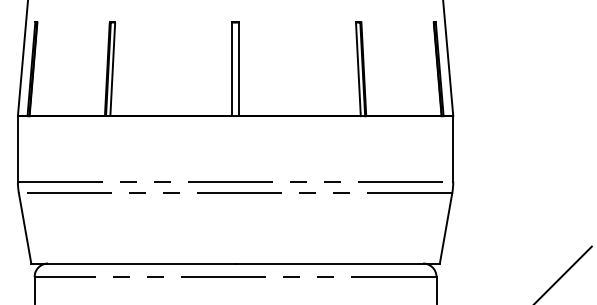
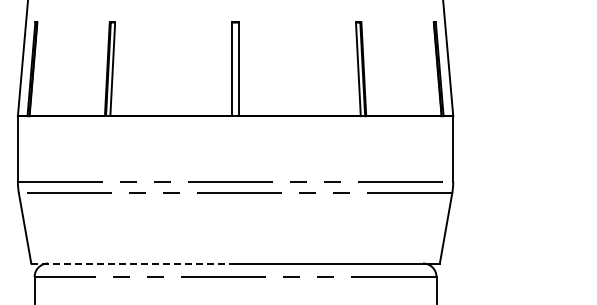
line at (133, 263): solid -> dashed
line at (563, 273): present -> none
